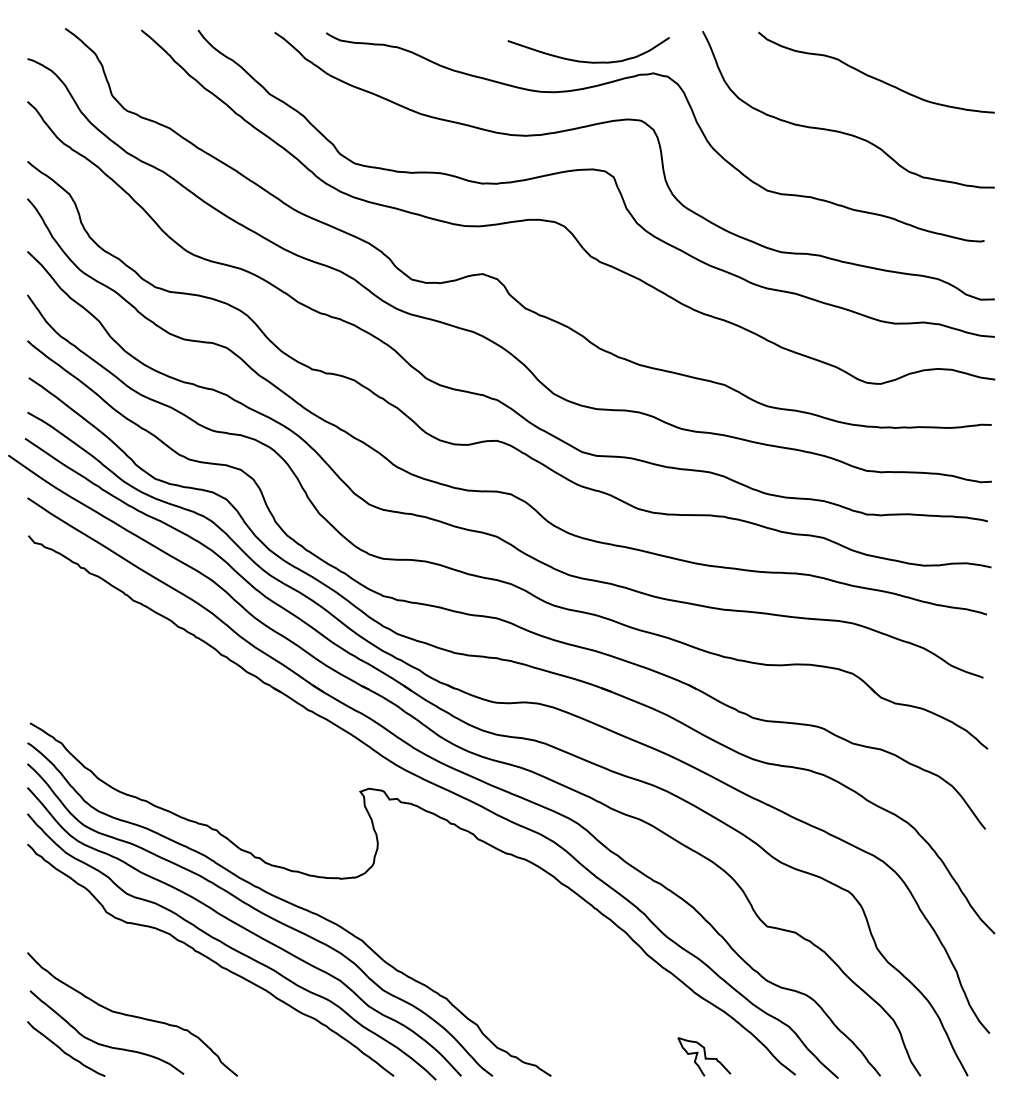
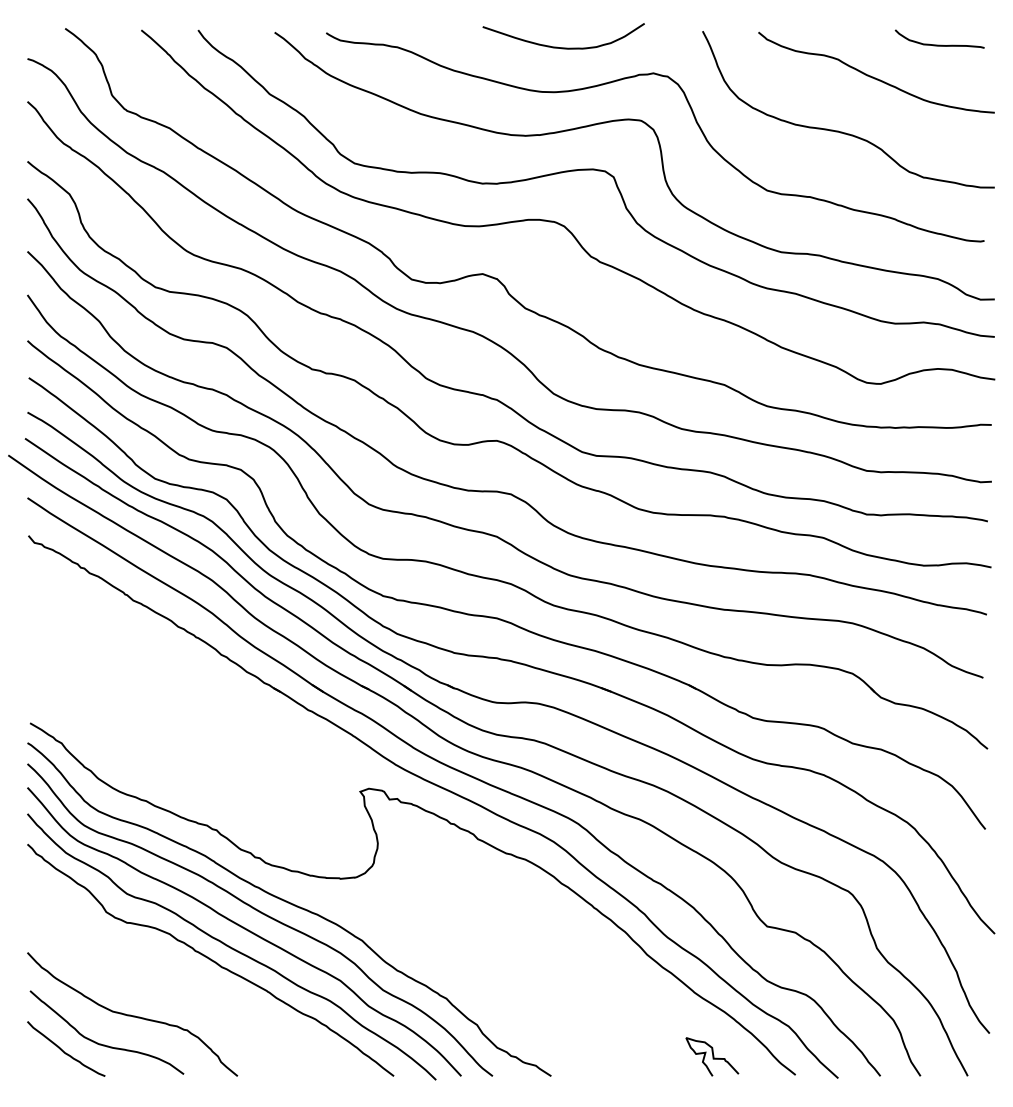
curve at (939, 44): none -> present
curve at (588, 61) position: (588, 61) -> (563, 47)
curve at (704, 1056) position: (704, 1056) -> (712, 1056)
